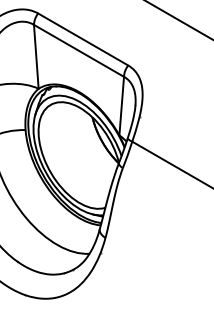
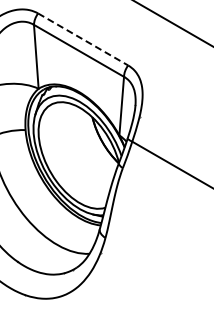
line at (178, 20) position: (178, 20) -> (172, 23)
line at (83, 39): solid -> dashed
